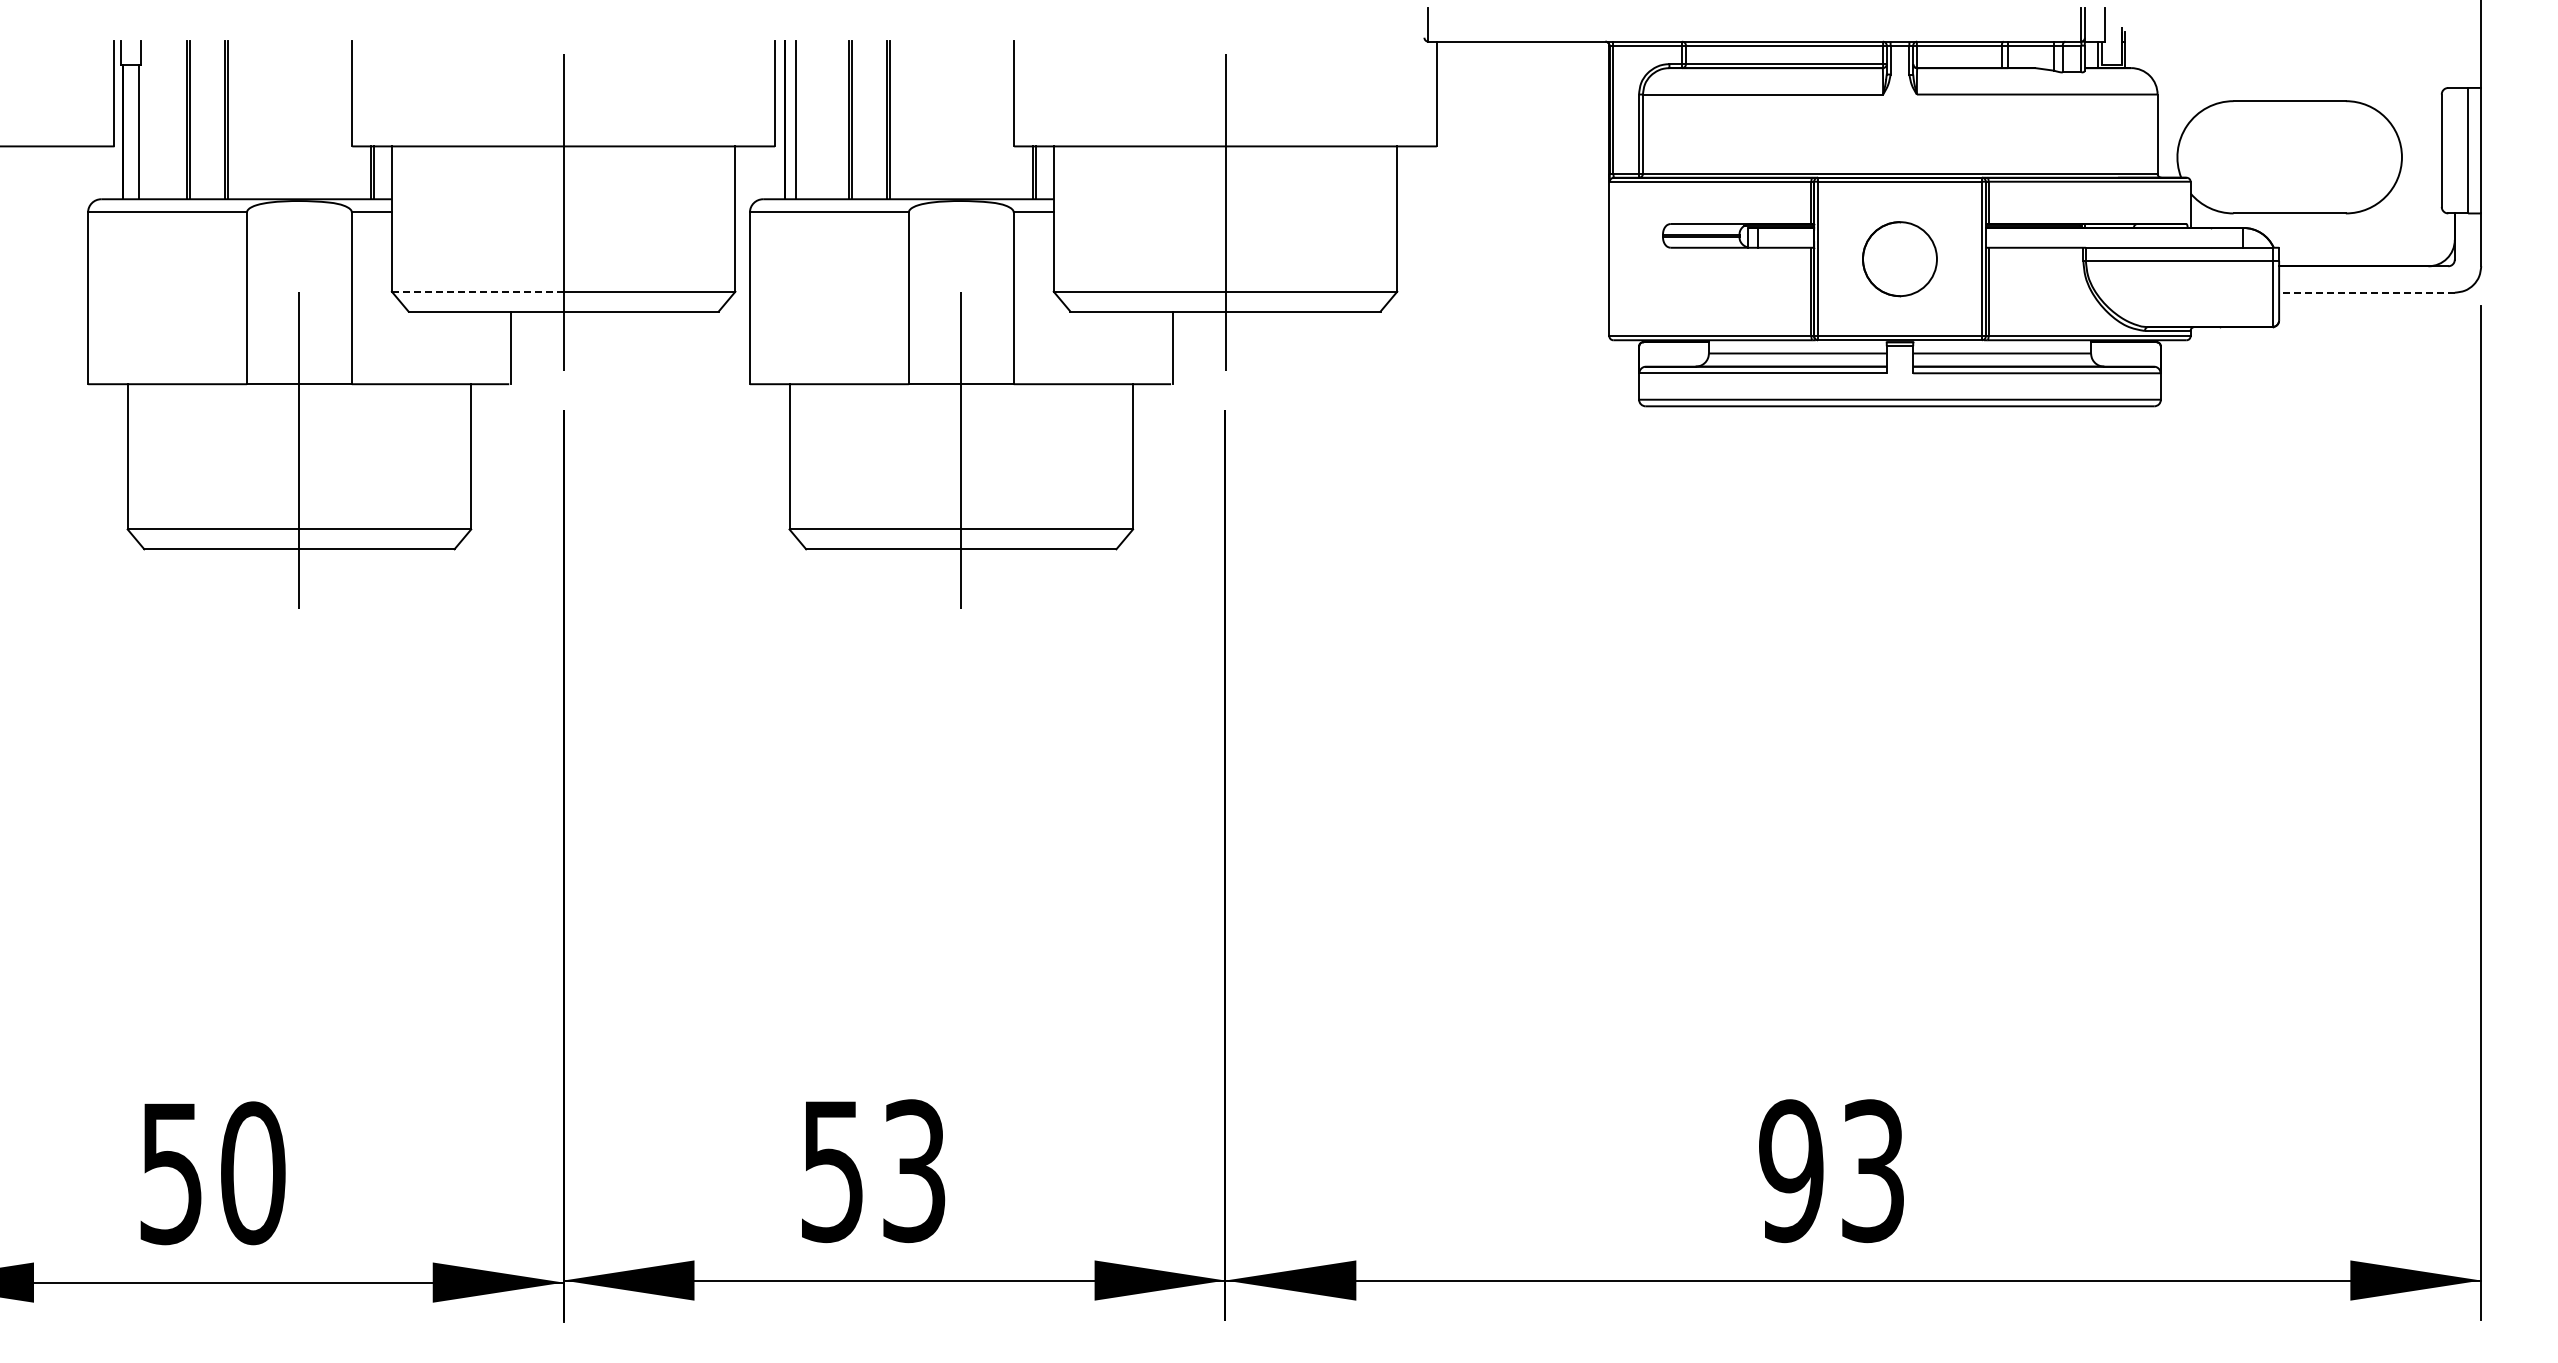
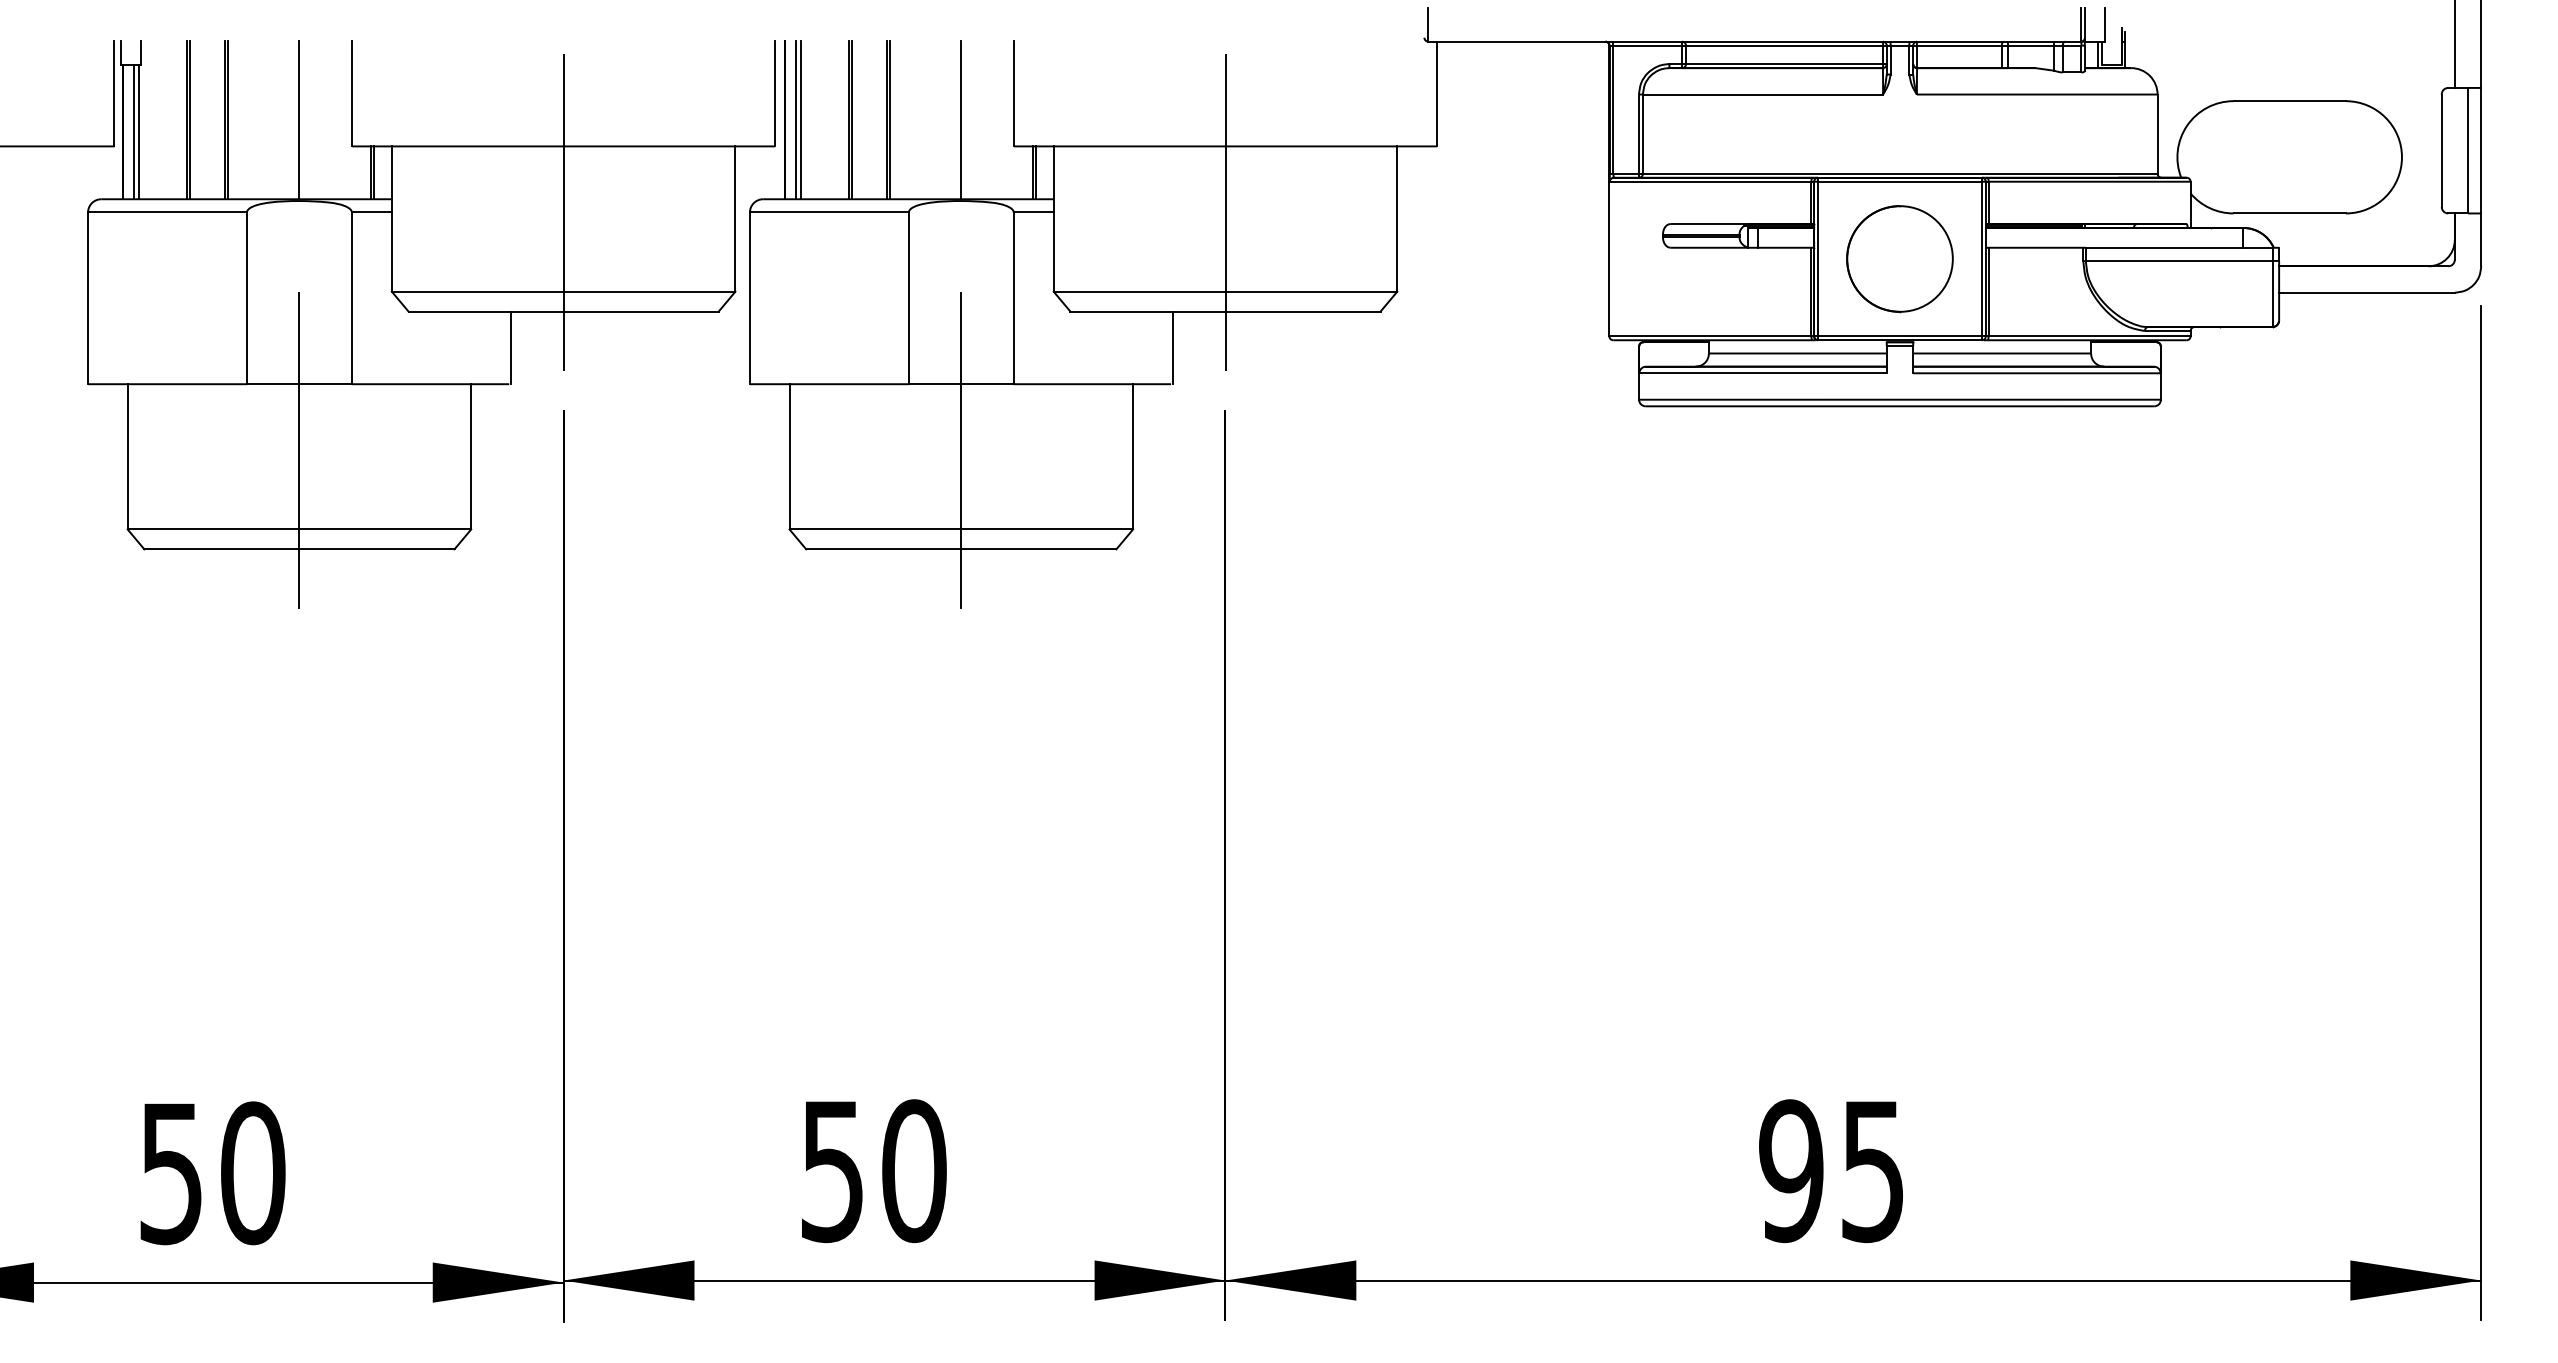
line at (2454, 44): none -> present
line at (299, 119): none -> present
line at (801, 119): none -> present
line at (961, 119): none -> present
line at (133, 131): none -> present
part at (1899, 259) size: 76x77 px -> 108x109 px
line at (477, 291): dashed -> solid
line at (2366, 292): dashed -> solid
text at (1872, 1170): 93 -> 95
text at (914, 1171): 53 -> 50
